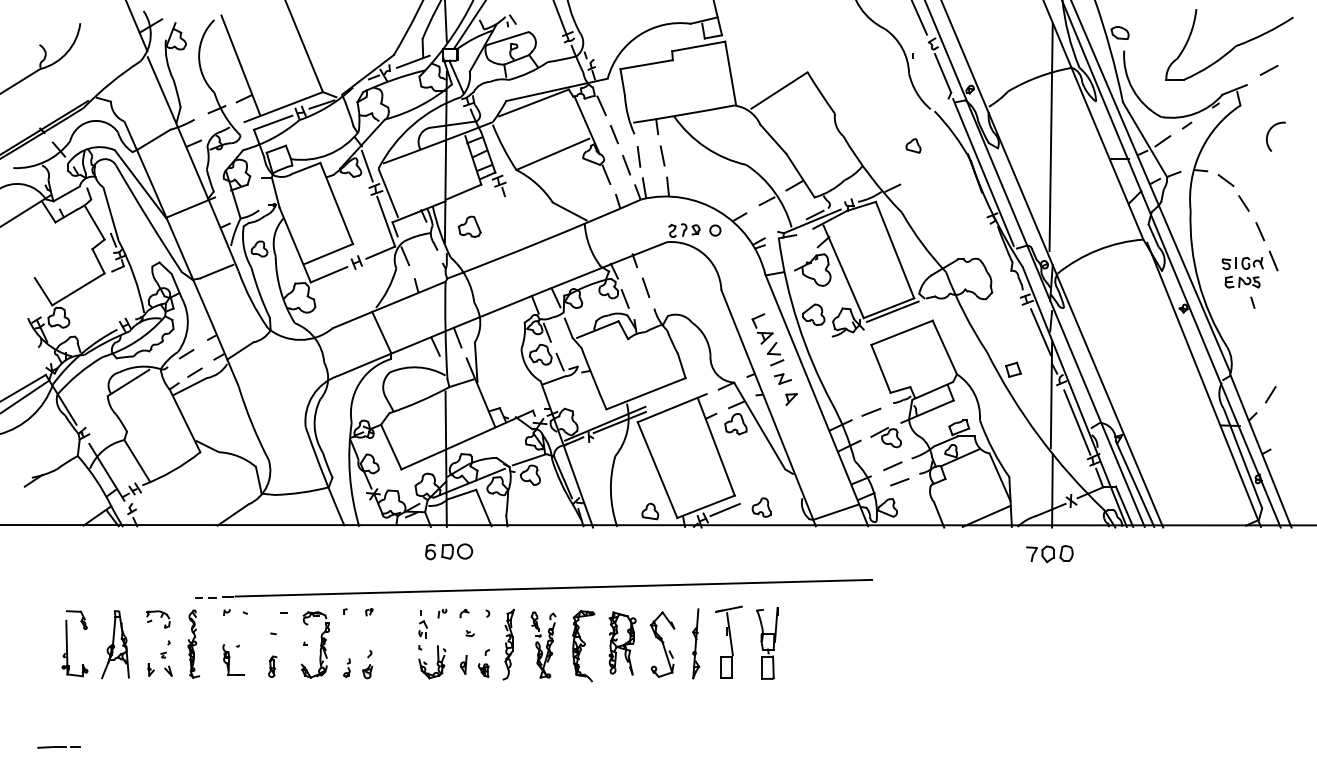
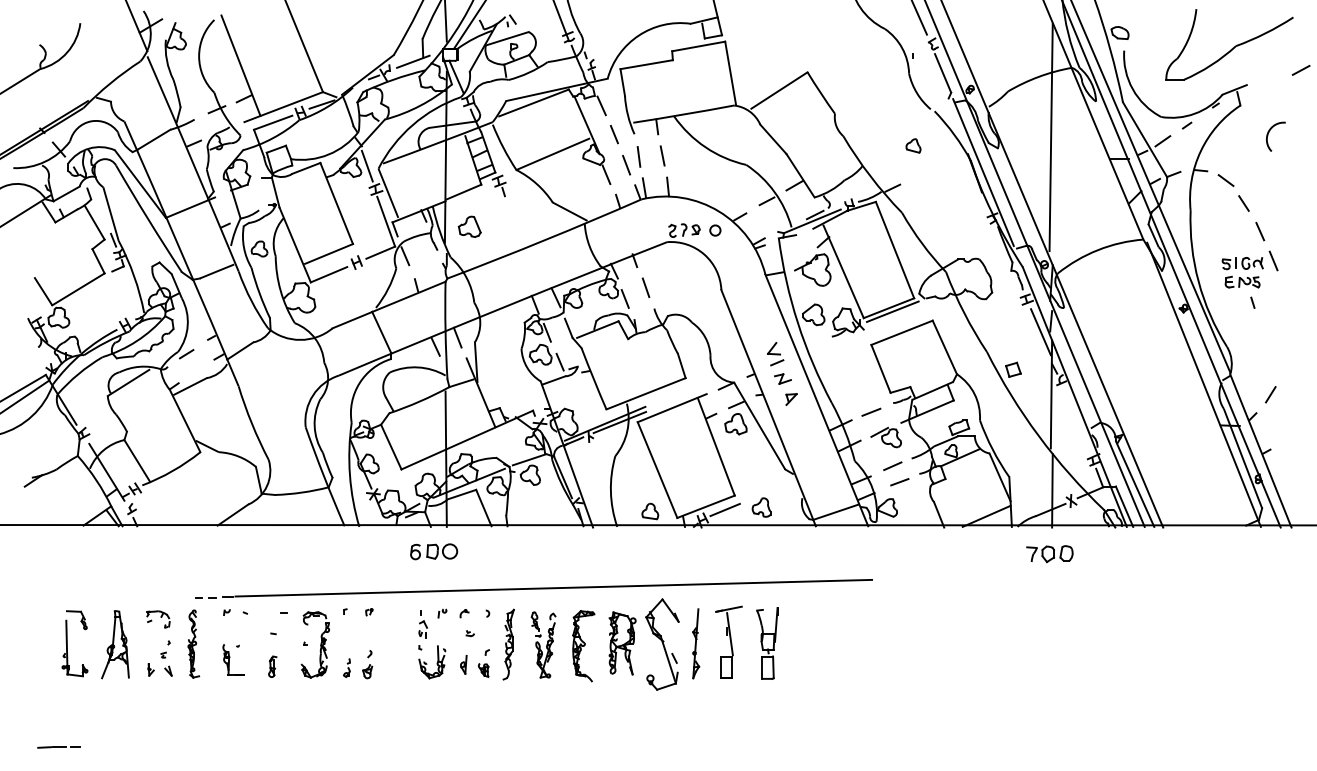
line at (1268, 69) position: (1268, 69) -> (1300, 69)
part at (762, 328): present -> none
line at (194, 372): present -> none
line at (1077, 422): present -> none
part at (449, 551) position: (449, 551) -> (434, 551)
part at (662, 644) size: 26x68 px -> 35x93 px
